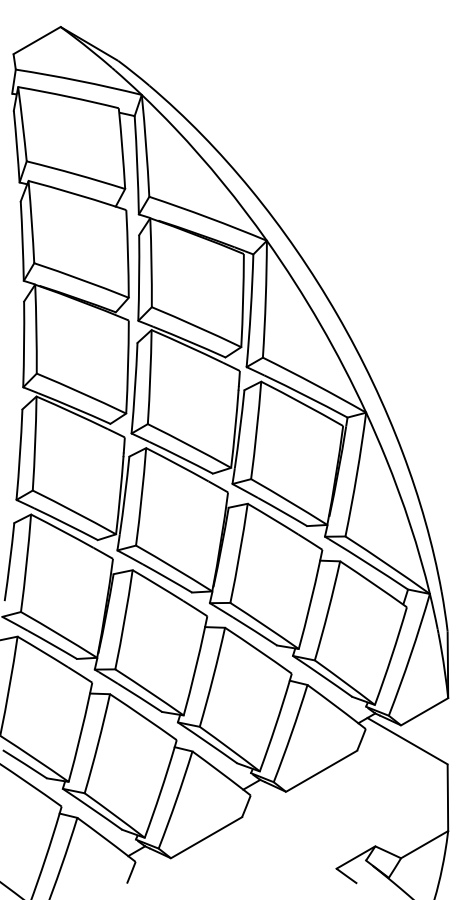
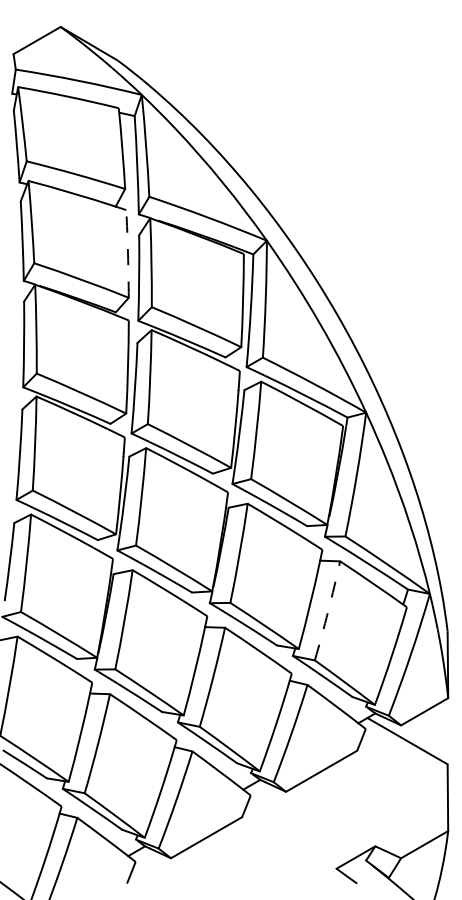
arc at (128, 253): solid -> dashed
arc at (328, 611): solid -> dashed
